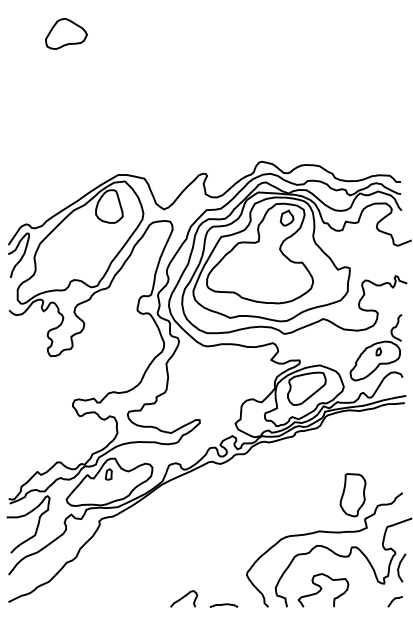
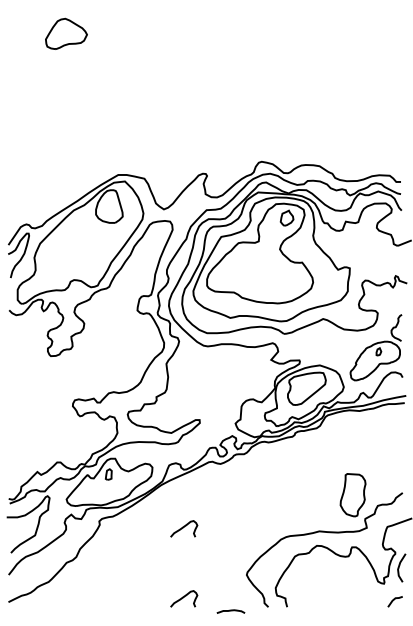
curve at (184, 527): none -> present
curve at (321, 590): present -> none
curve at (223, 605) position: (223, 605) -> (230, 611)
